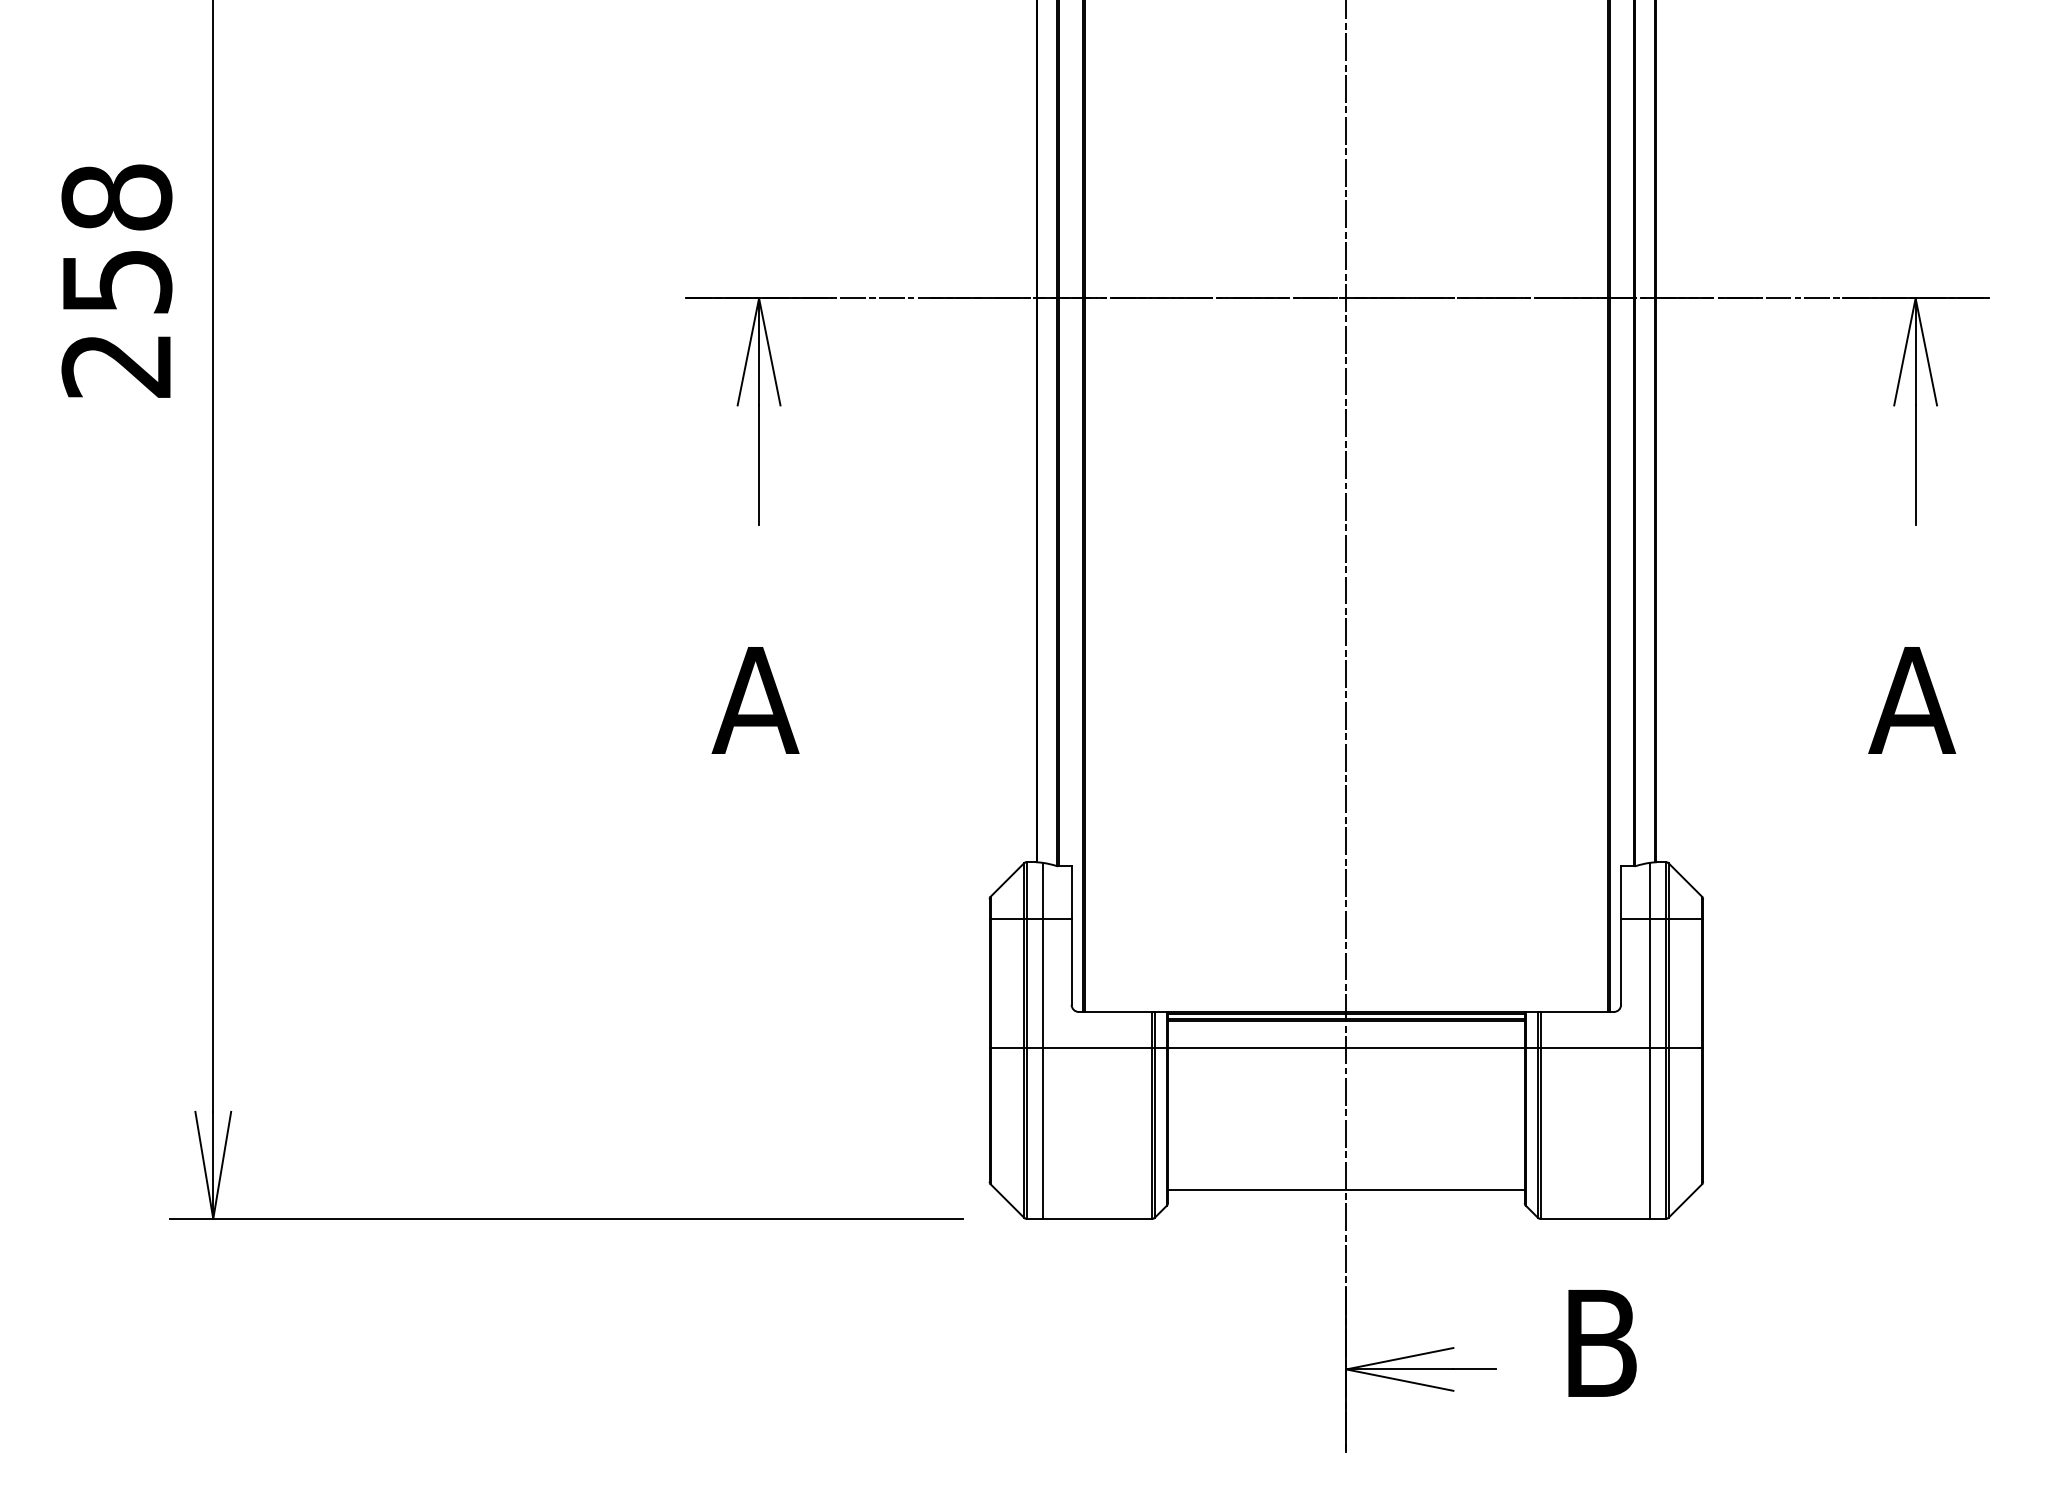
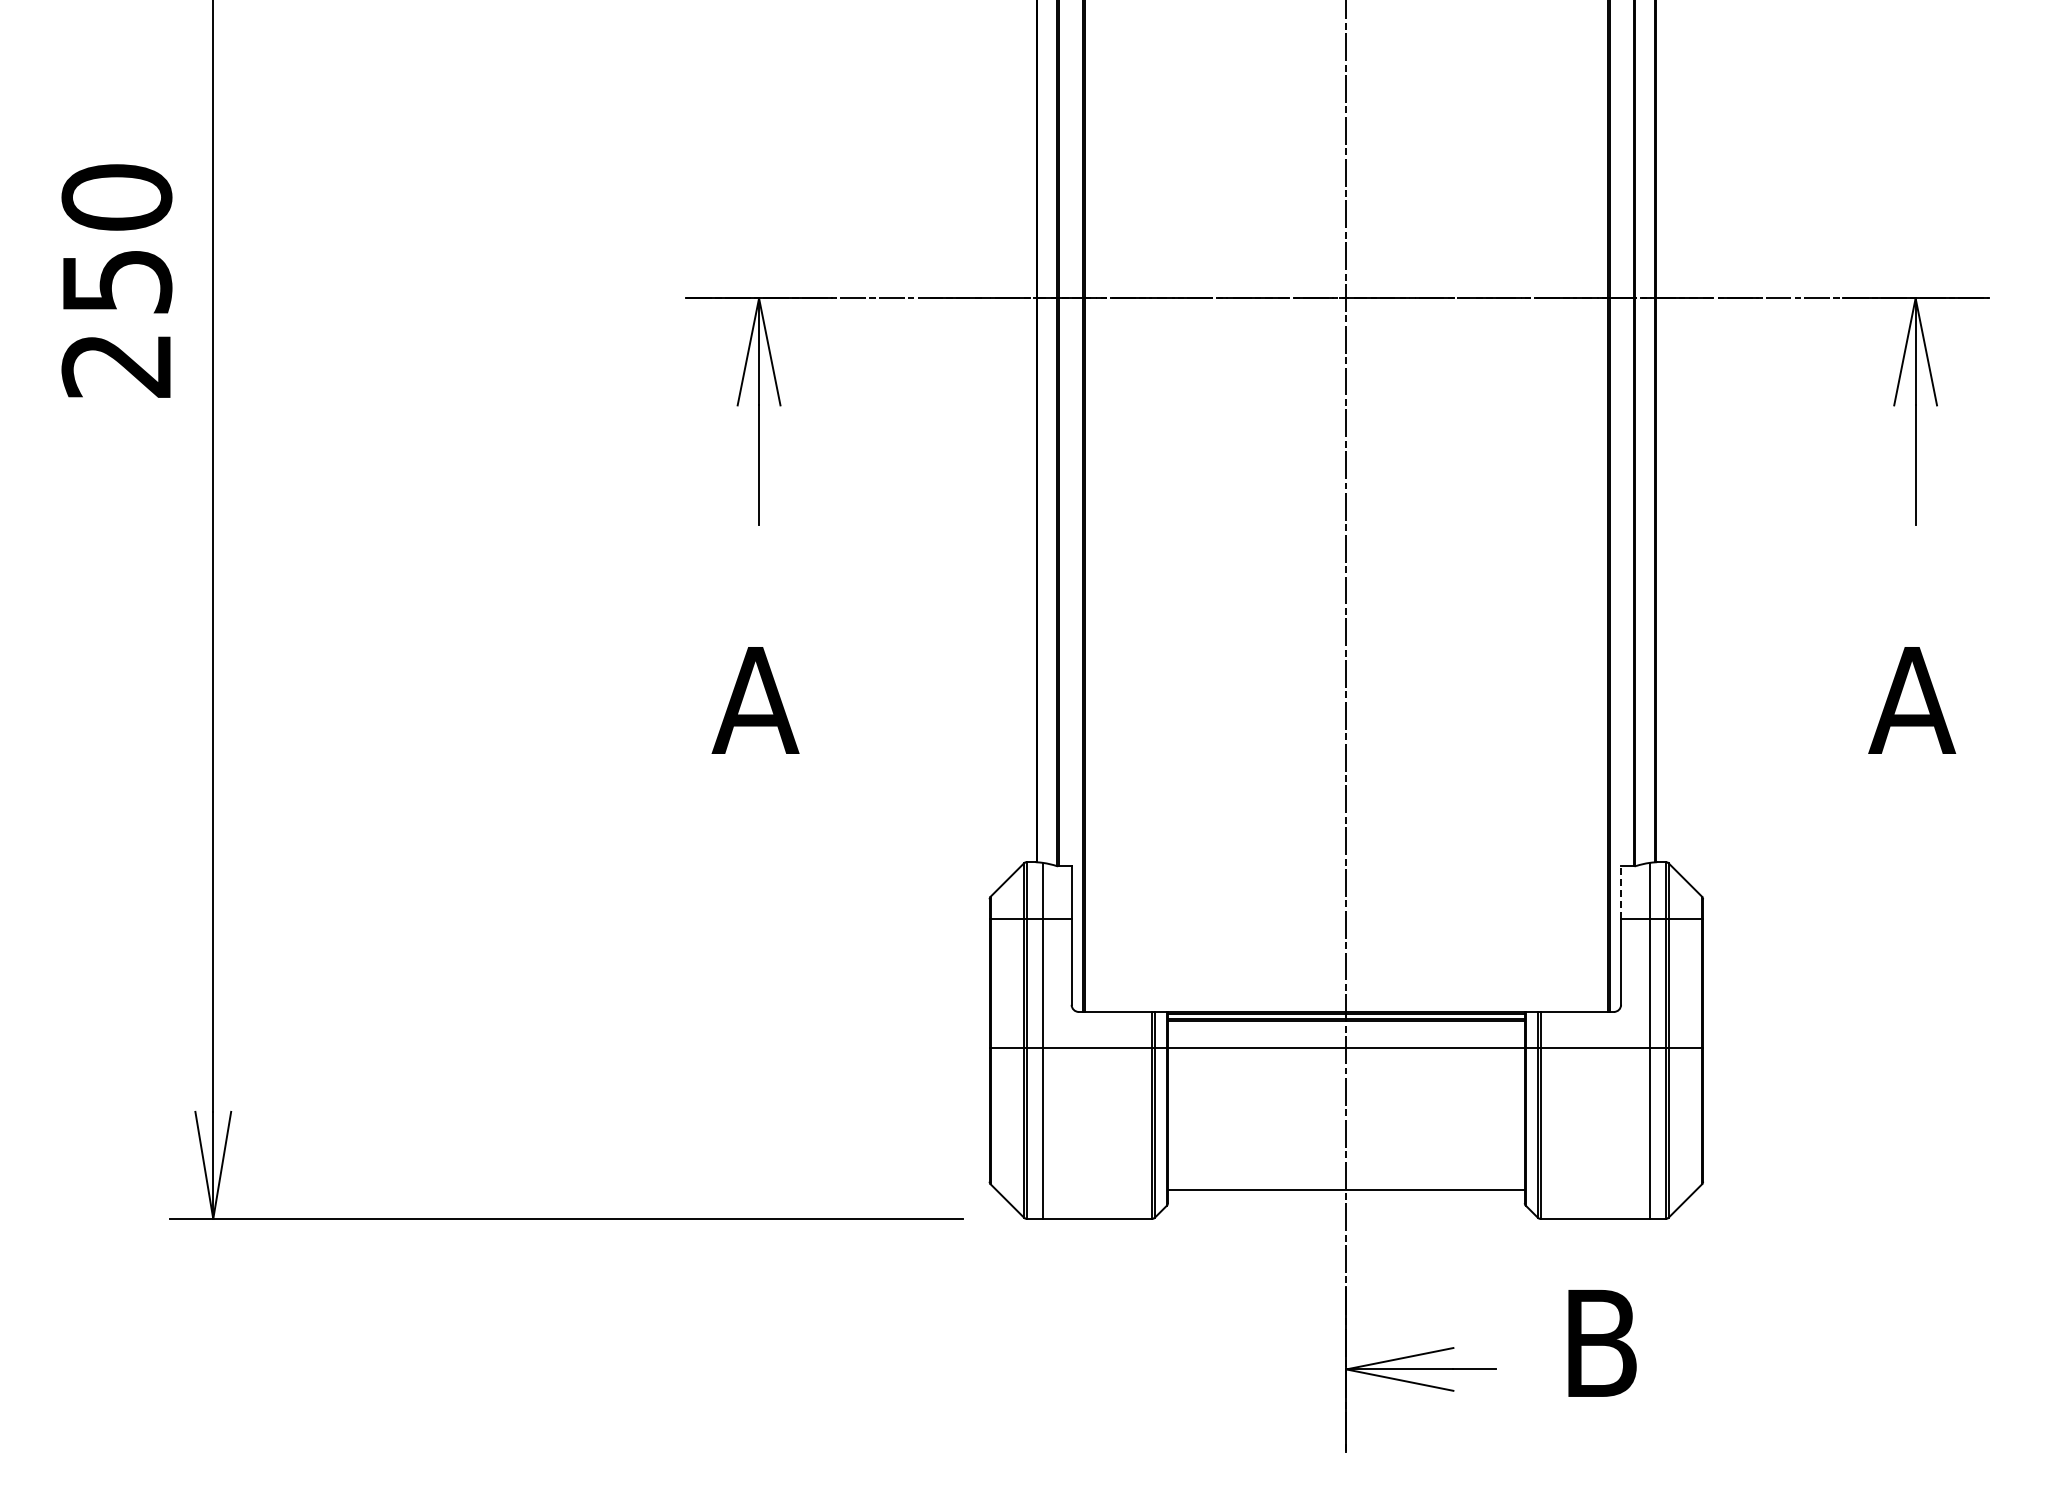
text at (116, 197): 258 -> 250
line at (1621, 892): solid -> dashed
